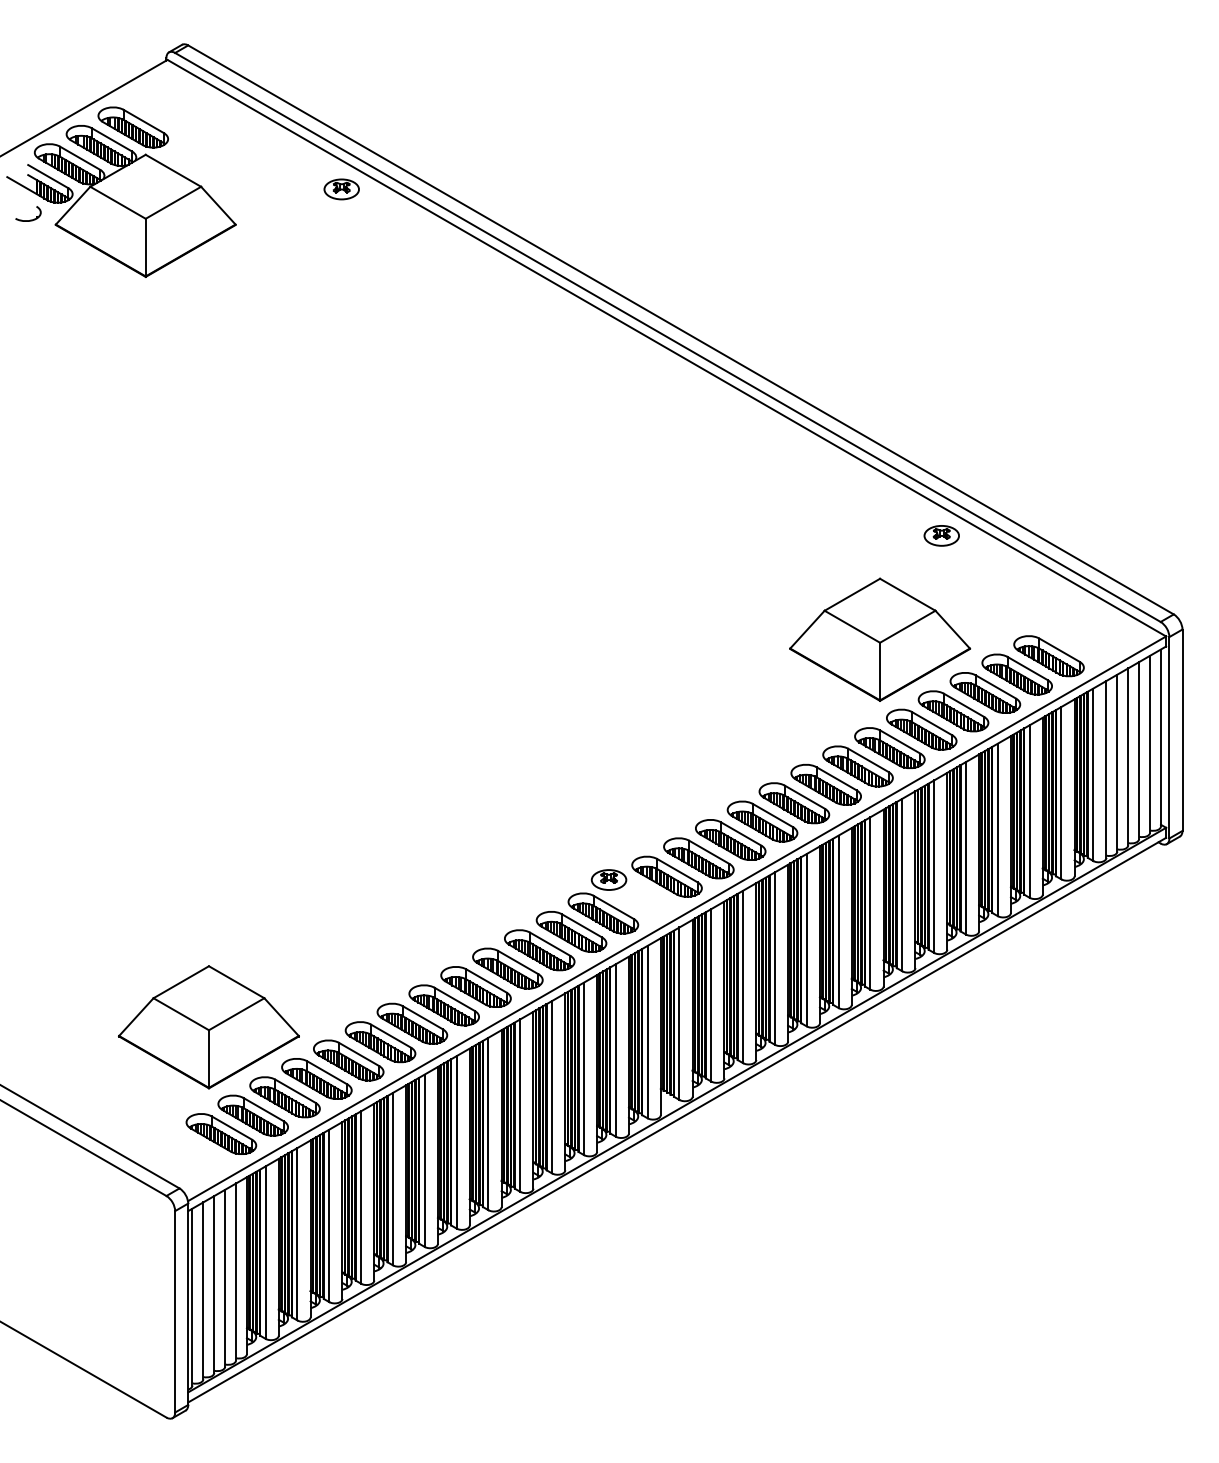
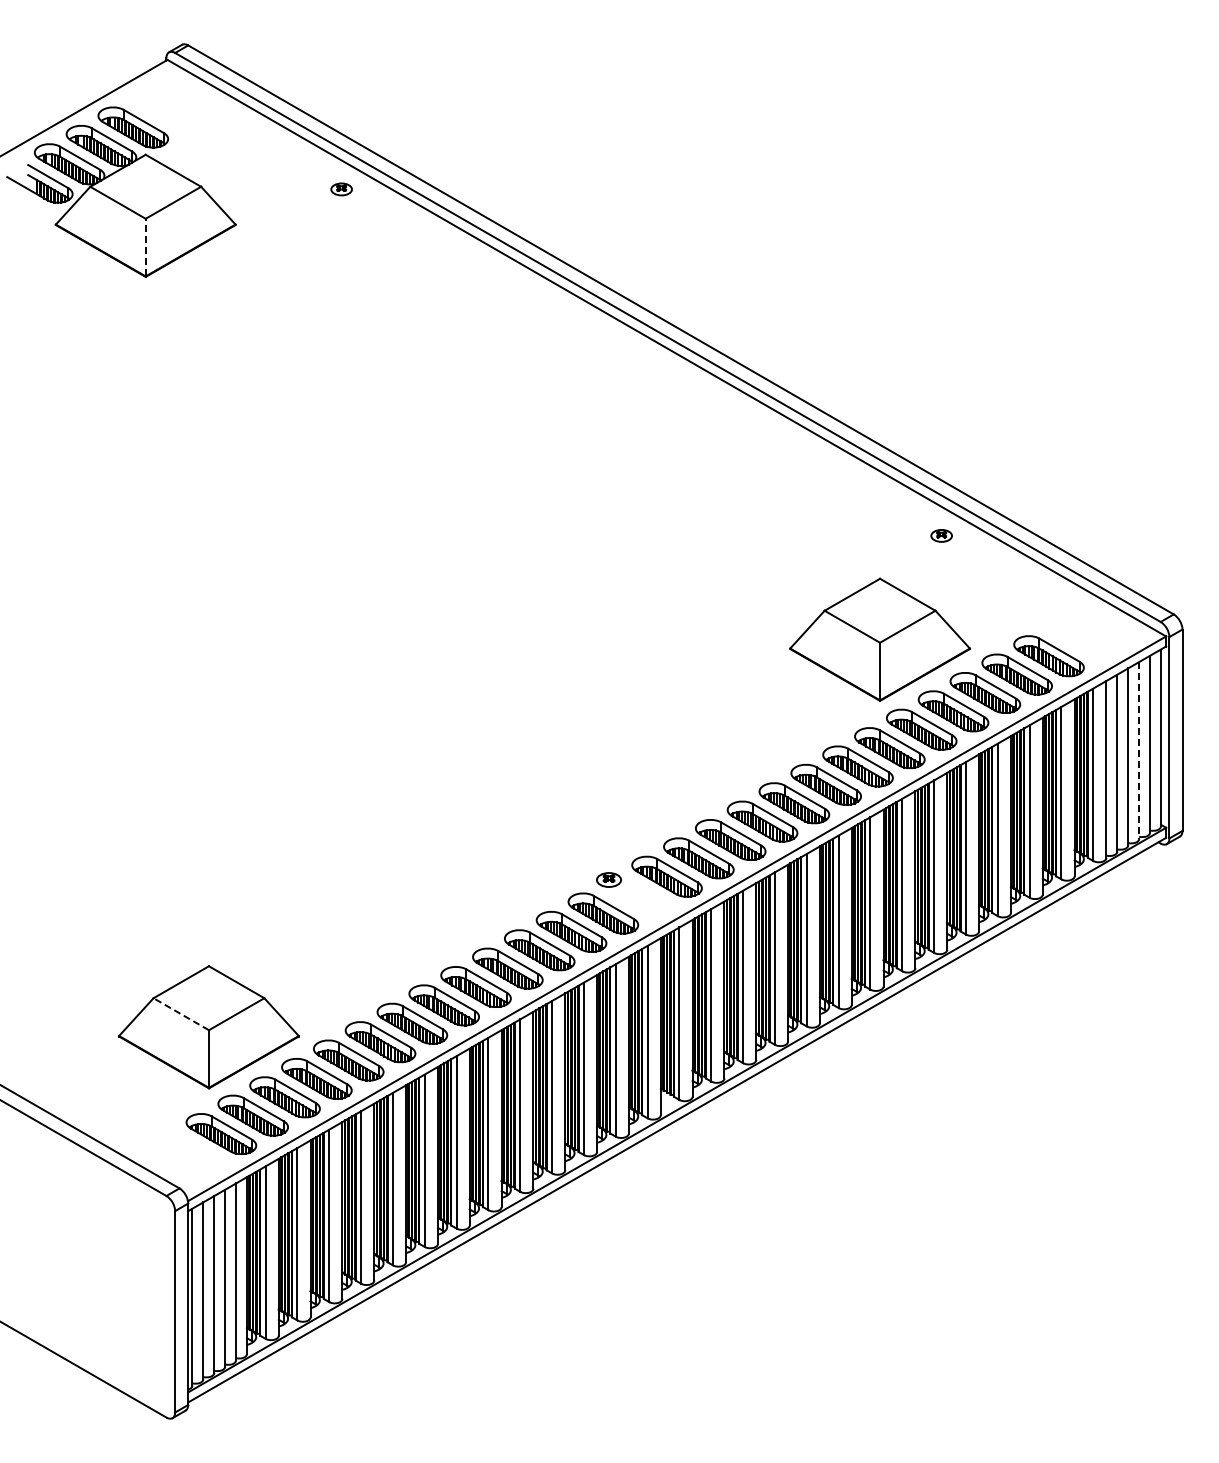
part at (341, 189) size: 37x23 px -> 23x15 px
part at (30, 219): present -> none
line at (145, 247): solid -> dashed
part at (941, 535) size: 37x22 px -> 23x14 px
line at (1139, 751): solid -> dashed
part at (608, 879) size: 38x22 px -> 26x16 px
line at (181, 1014): solid -> dashed
